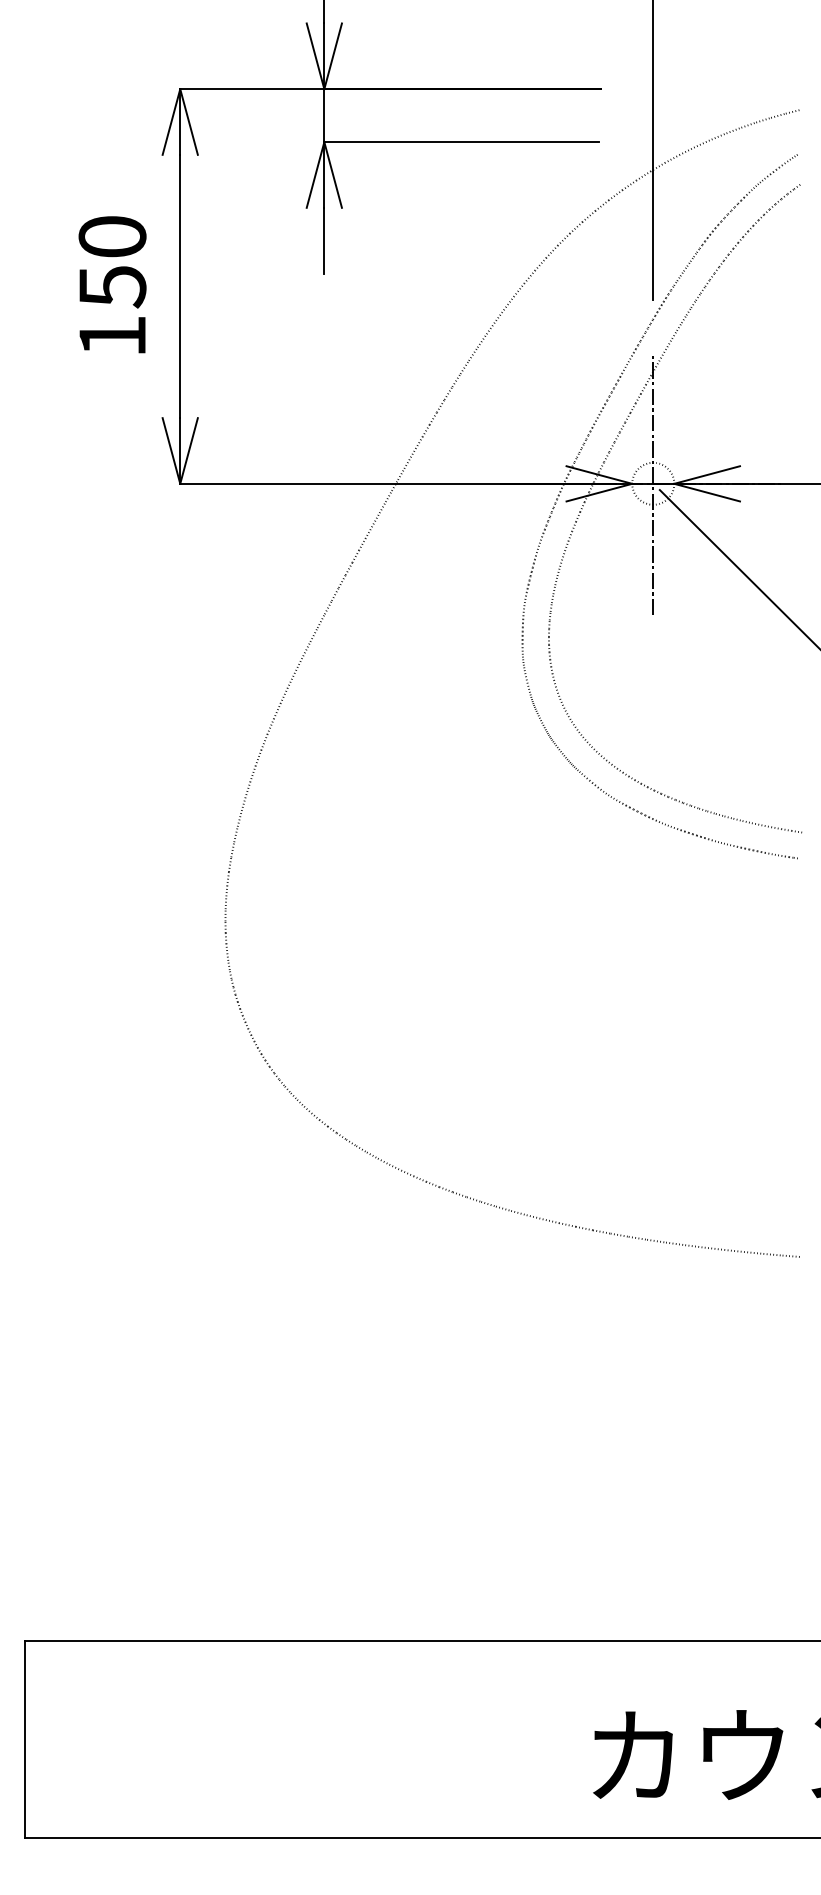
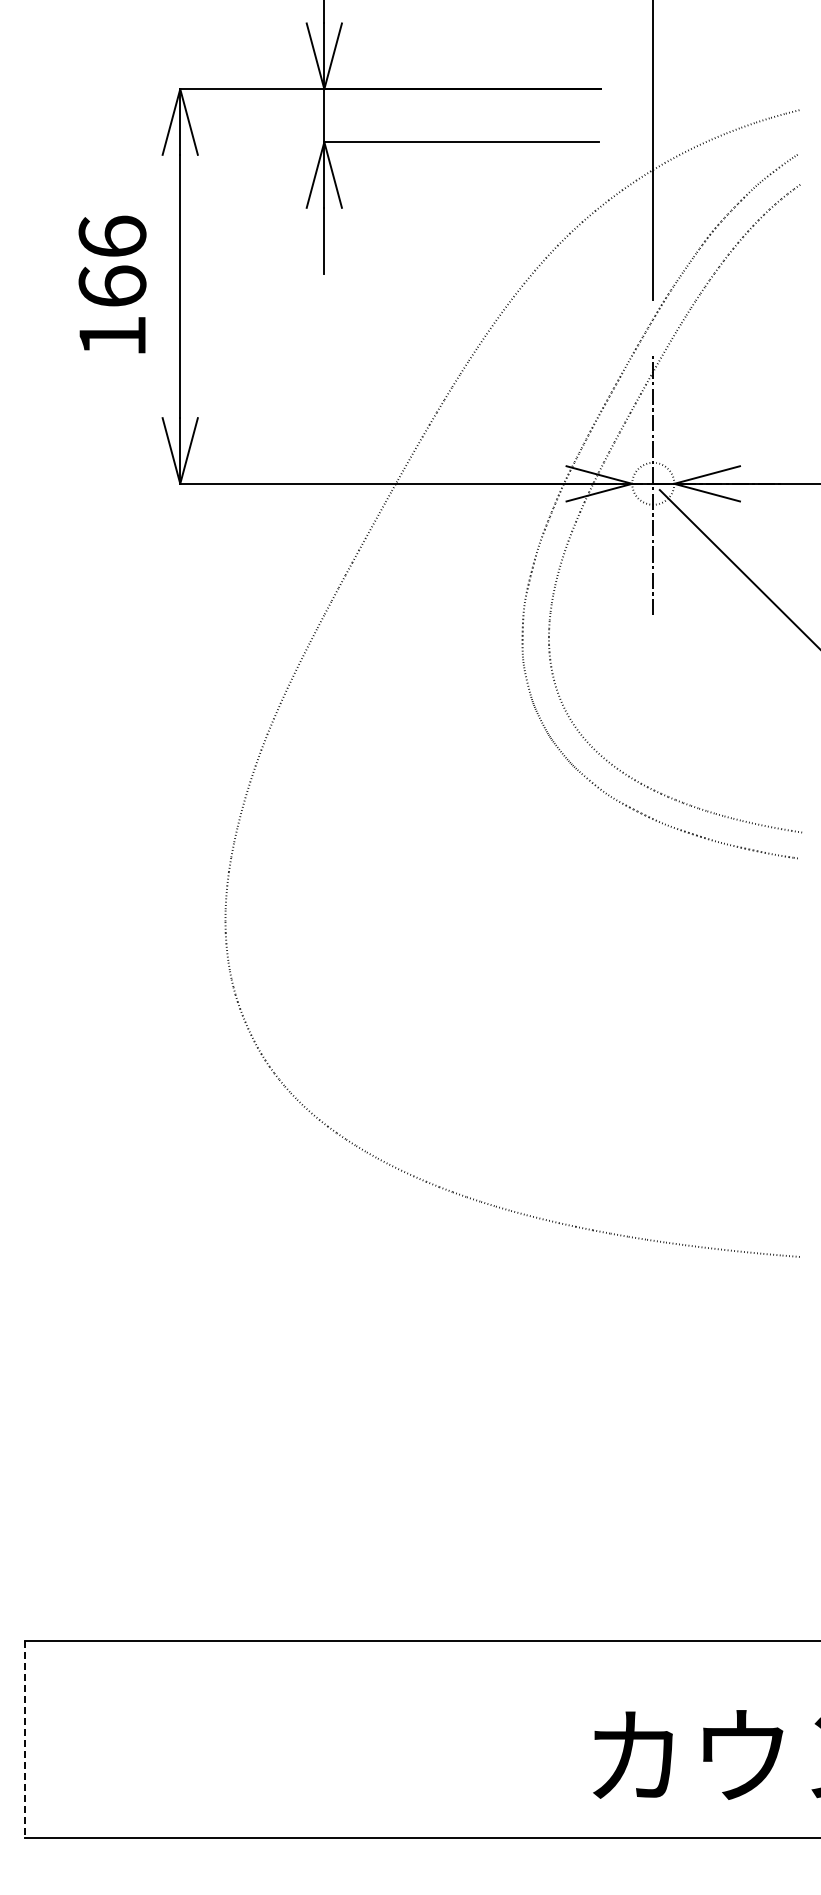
text at (112, 261): 150 -> 166
line at (24, 1739): solid -> dashed
